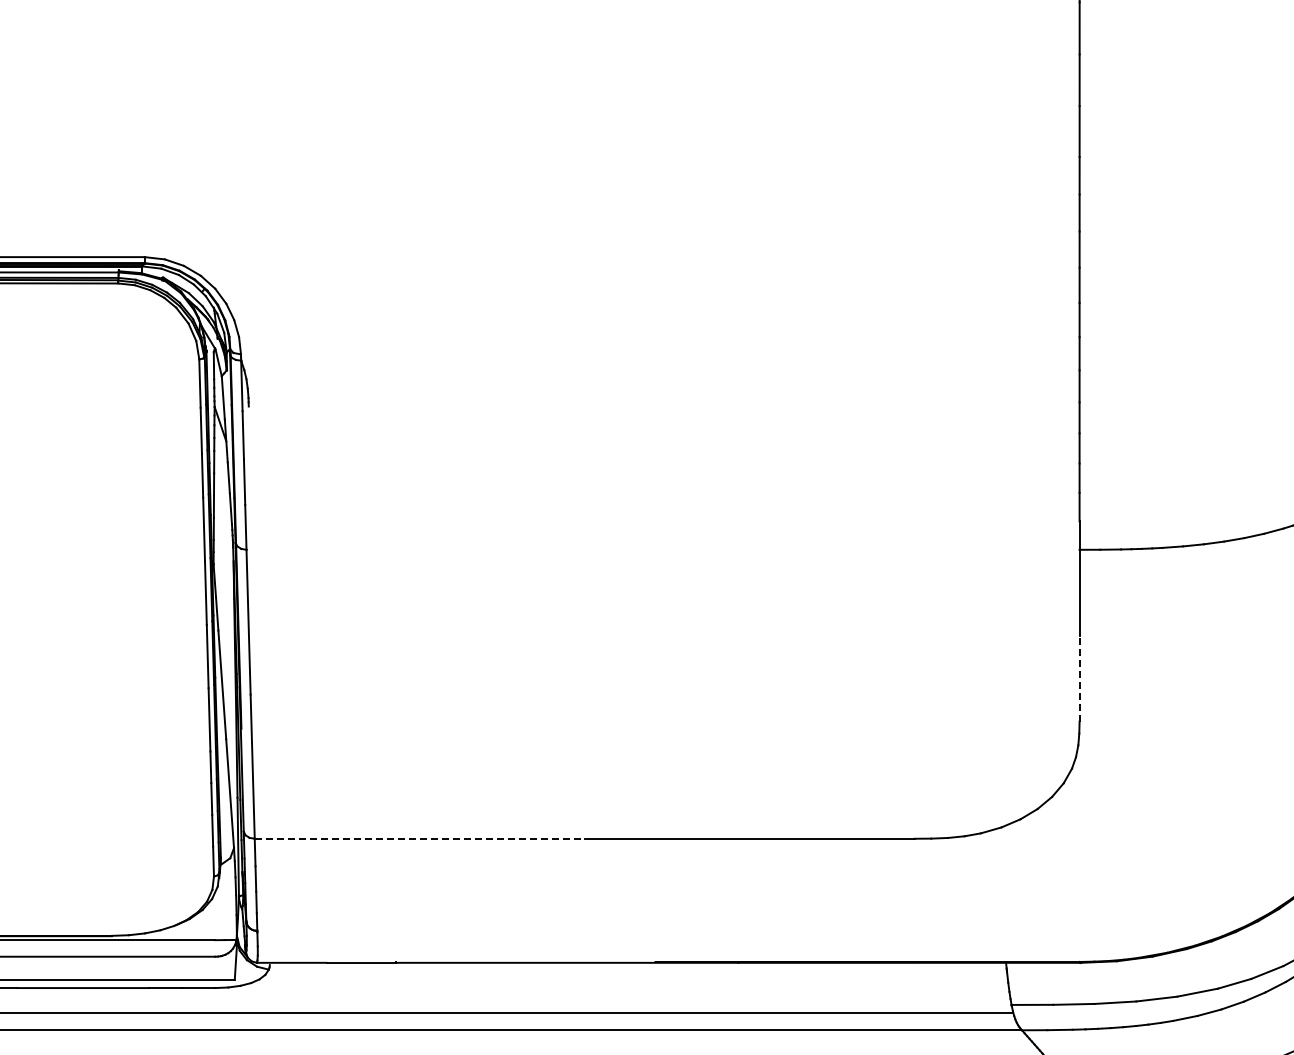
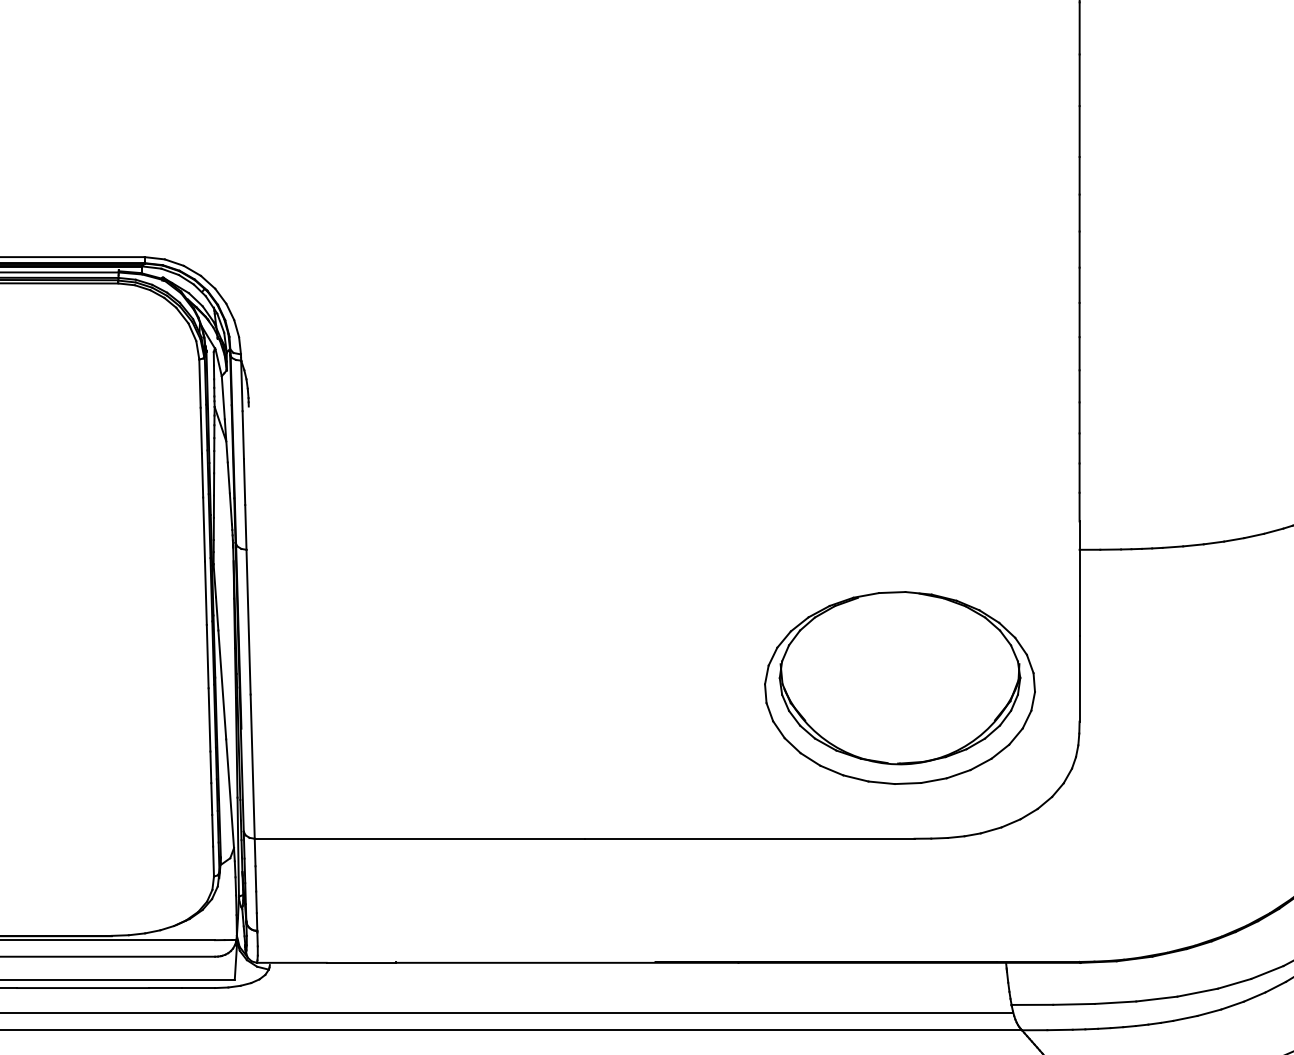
line at (1079, 678): dashed -> solid
part at (899, 687): none -> present
line at (419, 838): dashed -> solid
